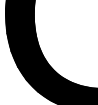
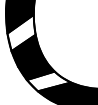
fill at (21, 32): present -> none
fill at (48, 81): present -> none
